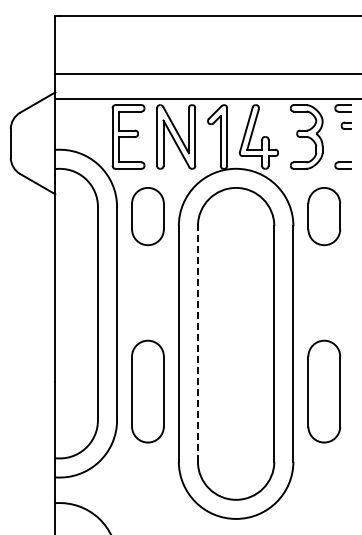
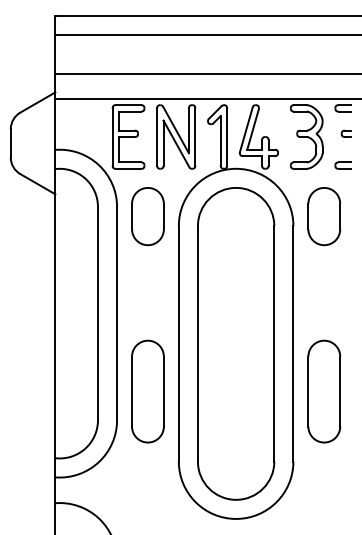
line at (206, 35): none -> present
part at (345, 125) position: (345, 125) -> (345, 133)
line at (197, 343): dashed -> solid
